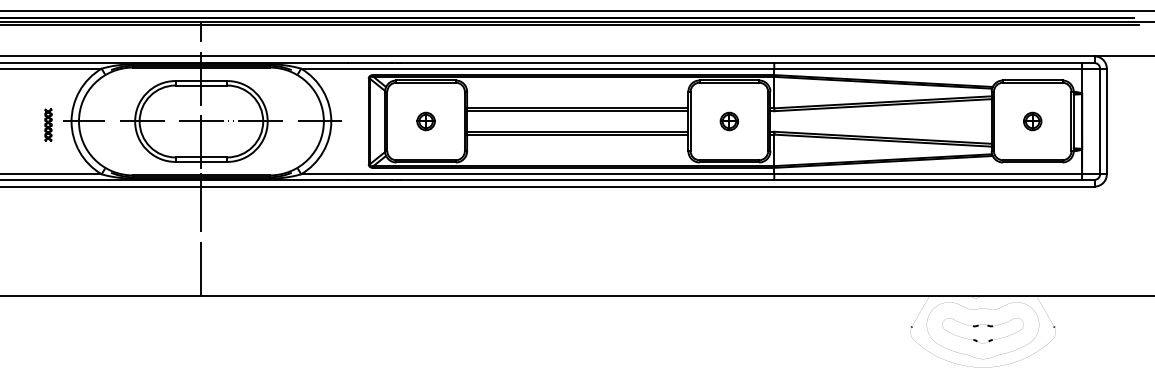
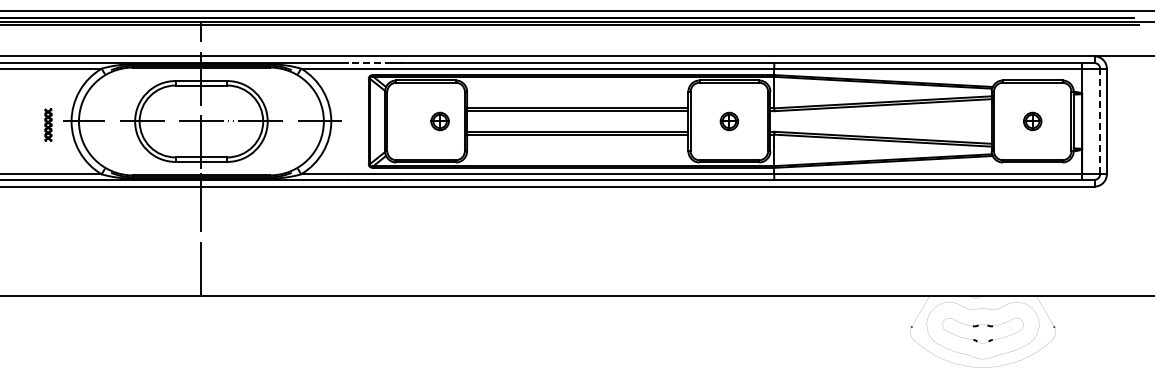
line at (369, 63): solid -> dashed
part at (425, 121) position: (425, 121) -> (439, 121)
line at (1100, 121): solid -> dashed
